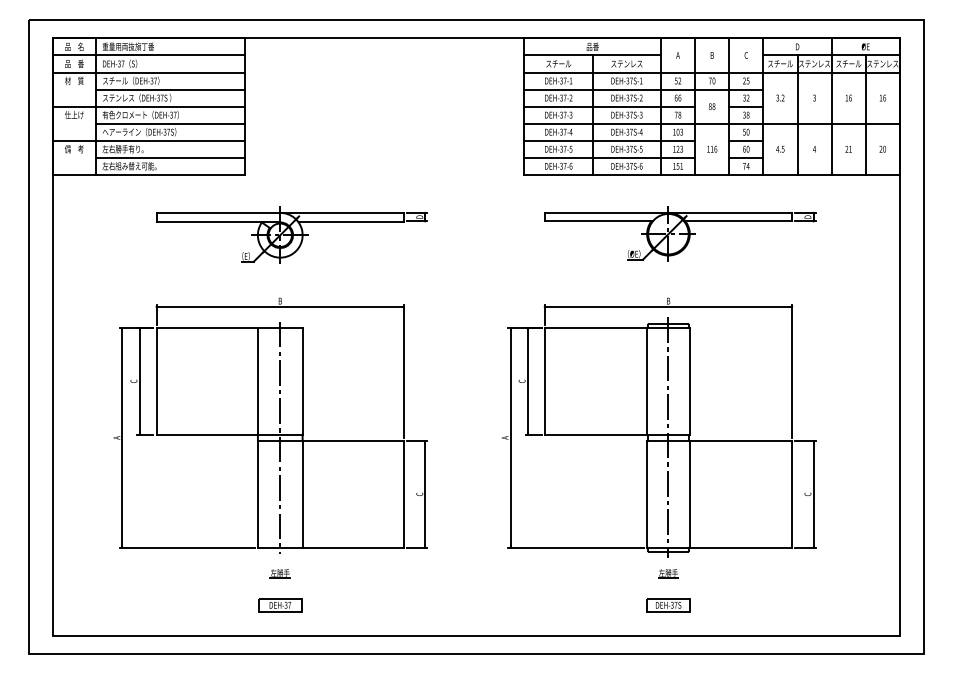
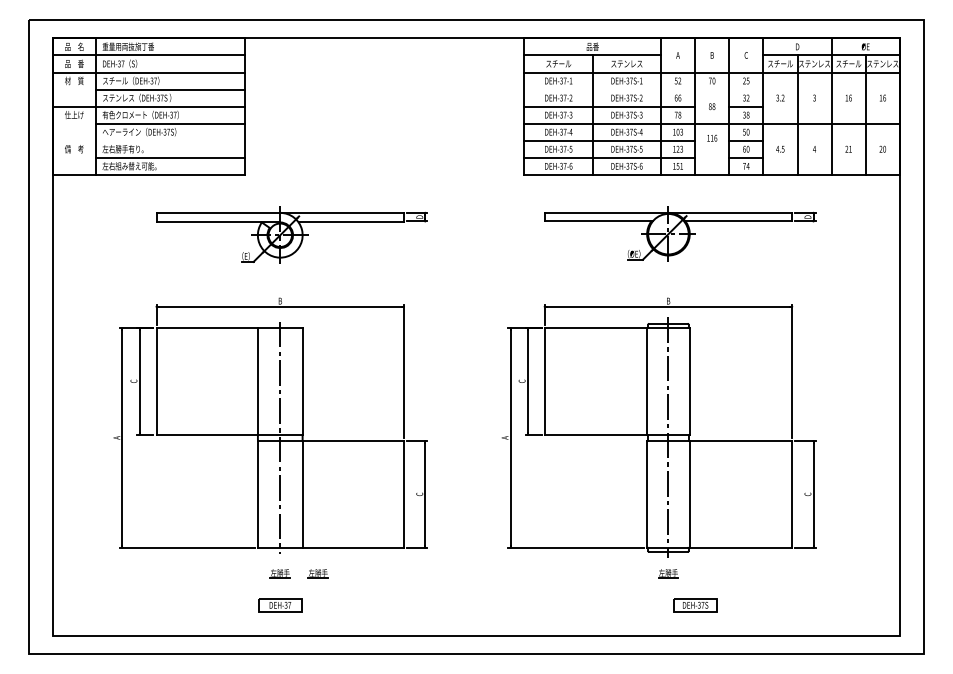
line at (643, 89): present -> none
line at (149, 140): present -> none
text at (712, 148) position: (712, 148) -> (712, 137)
part at (317, 573): none -> present
part at (668, 605) position: (668, 605) -> (695, 605)
